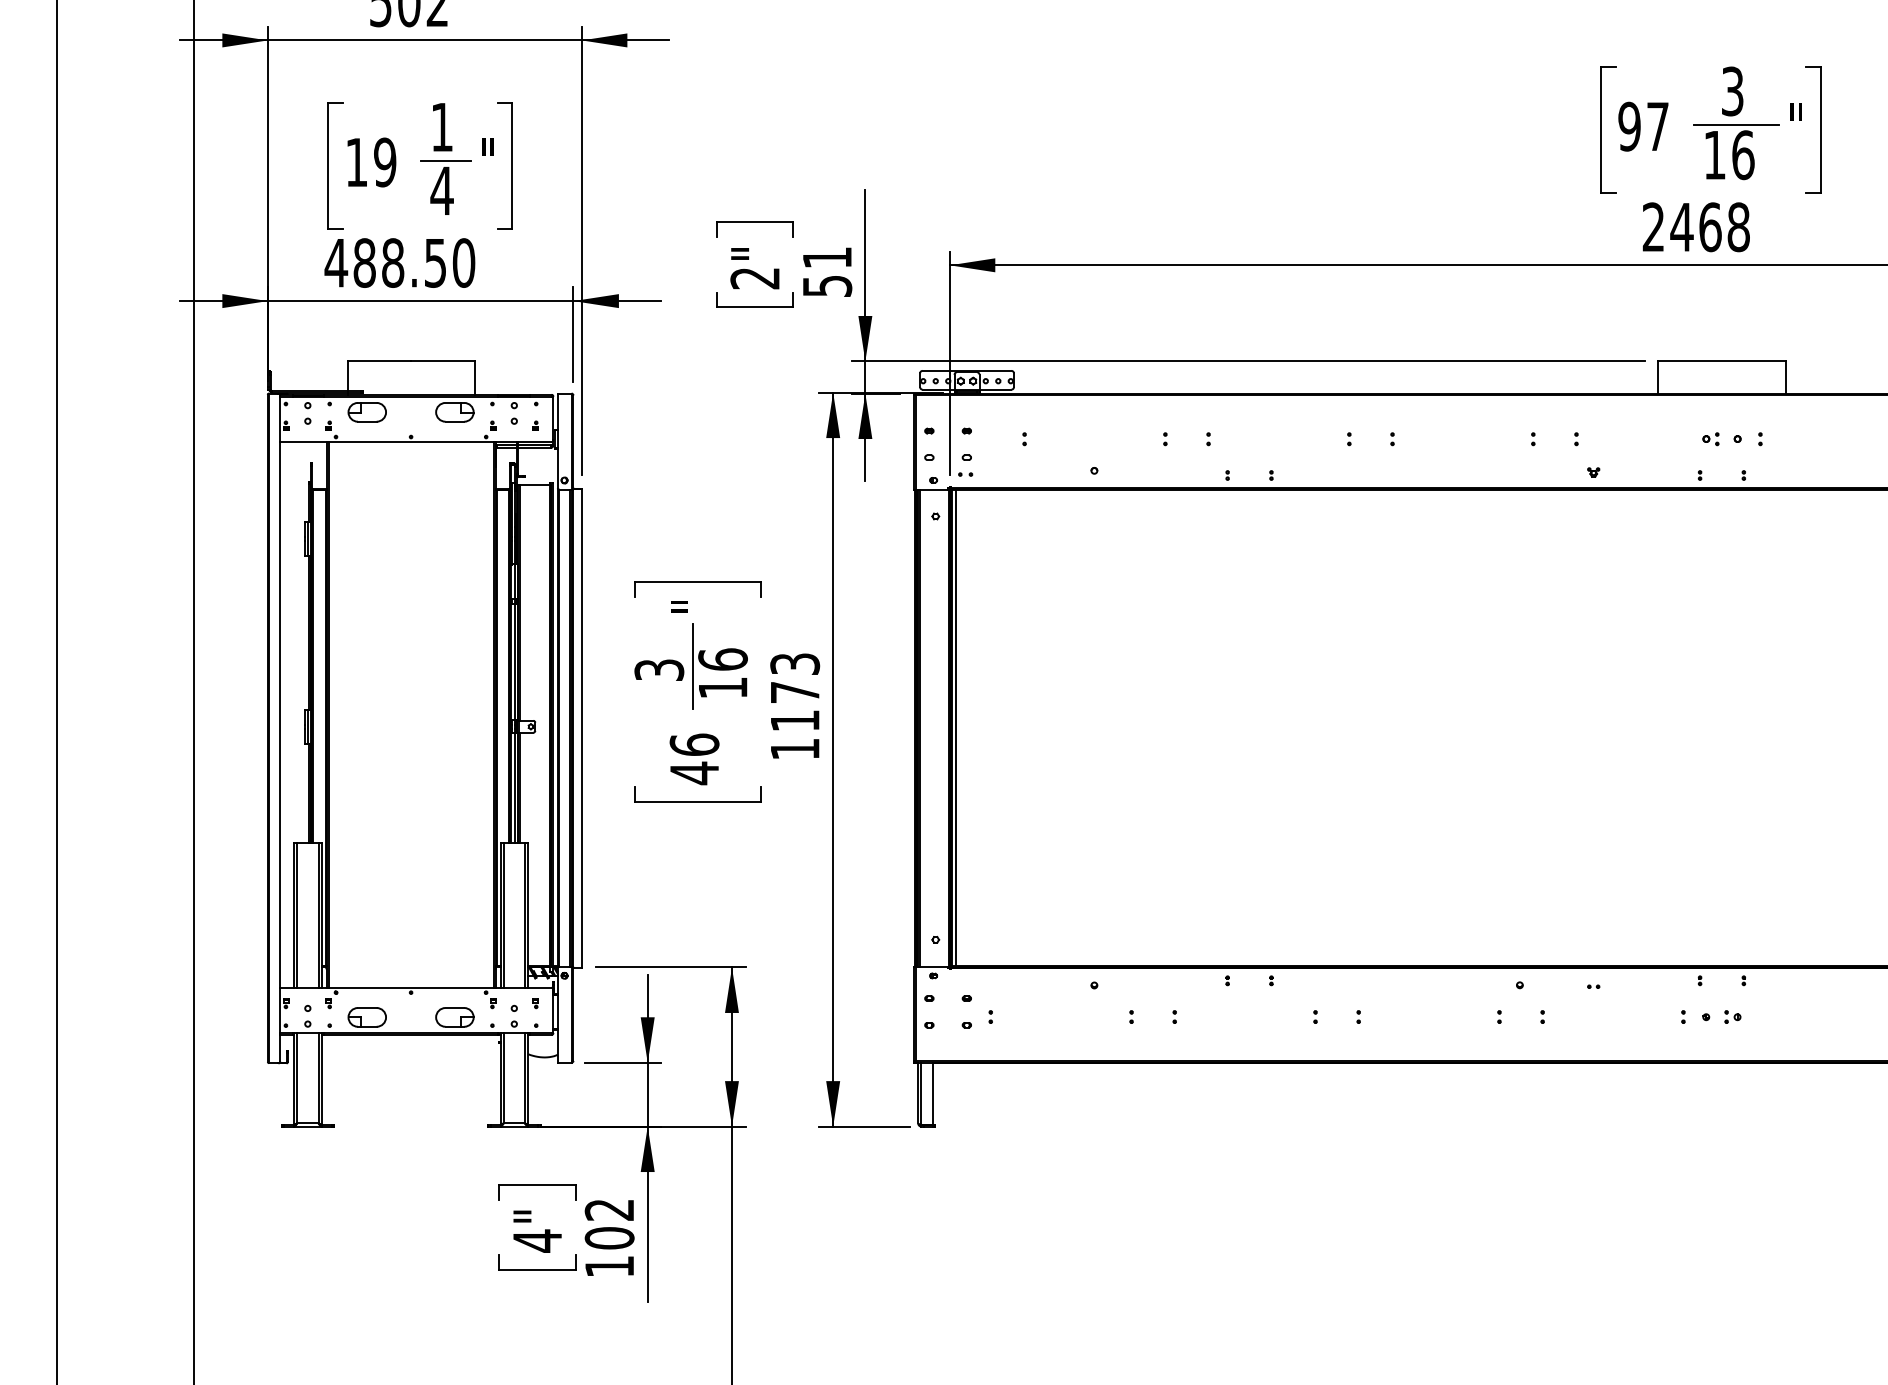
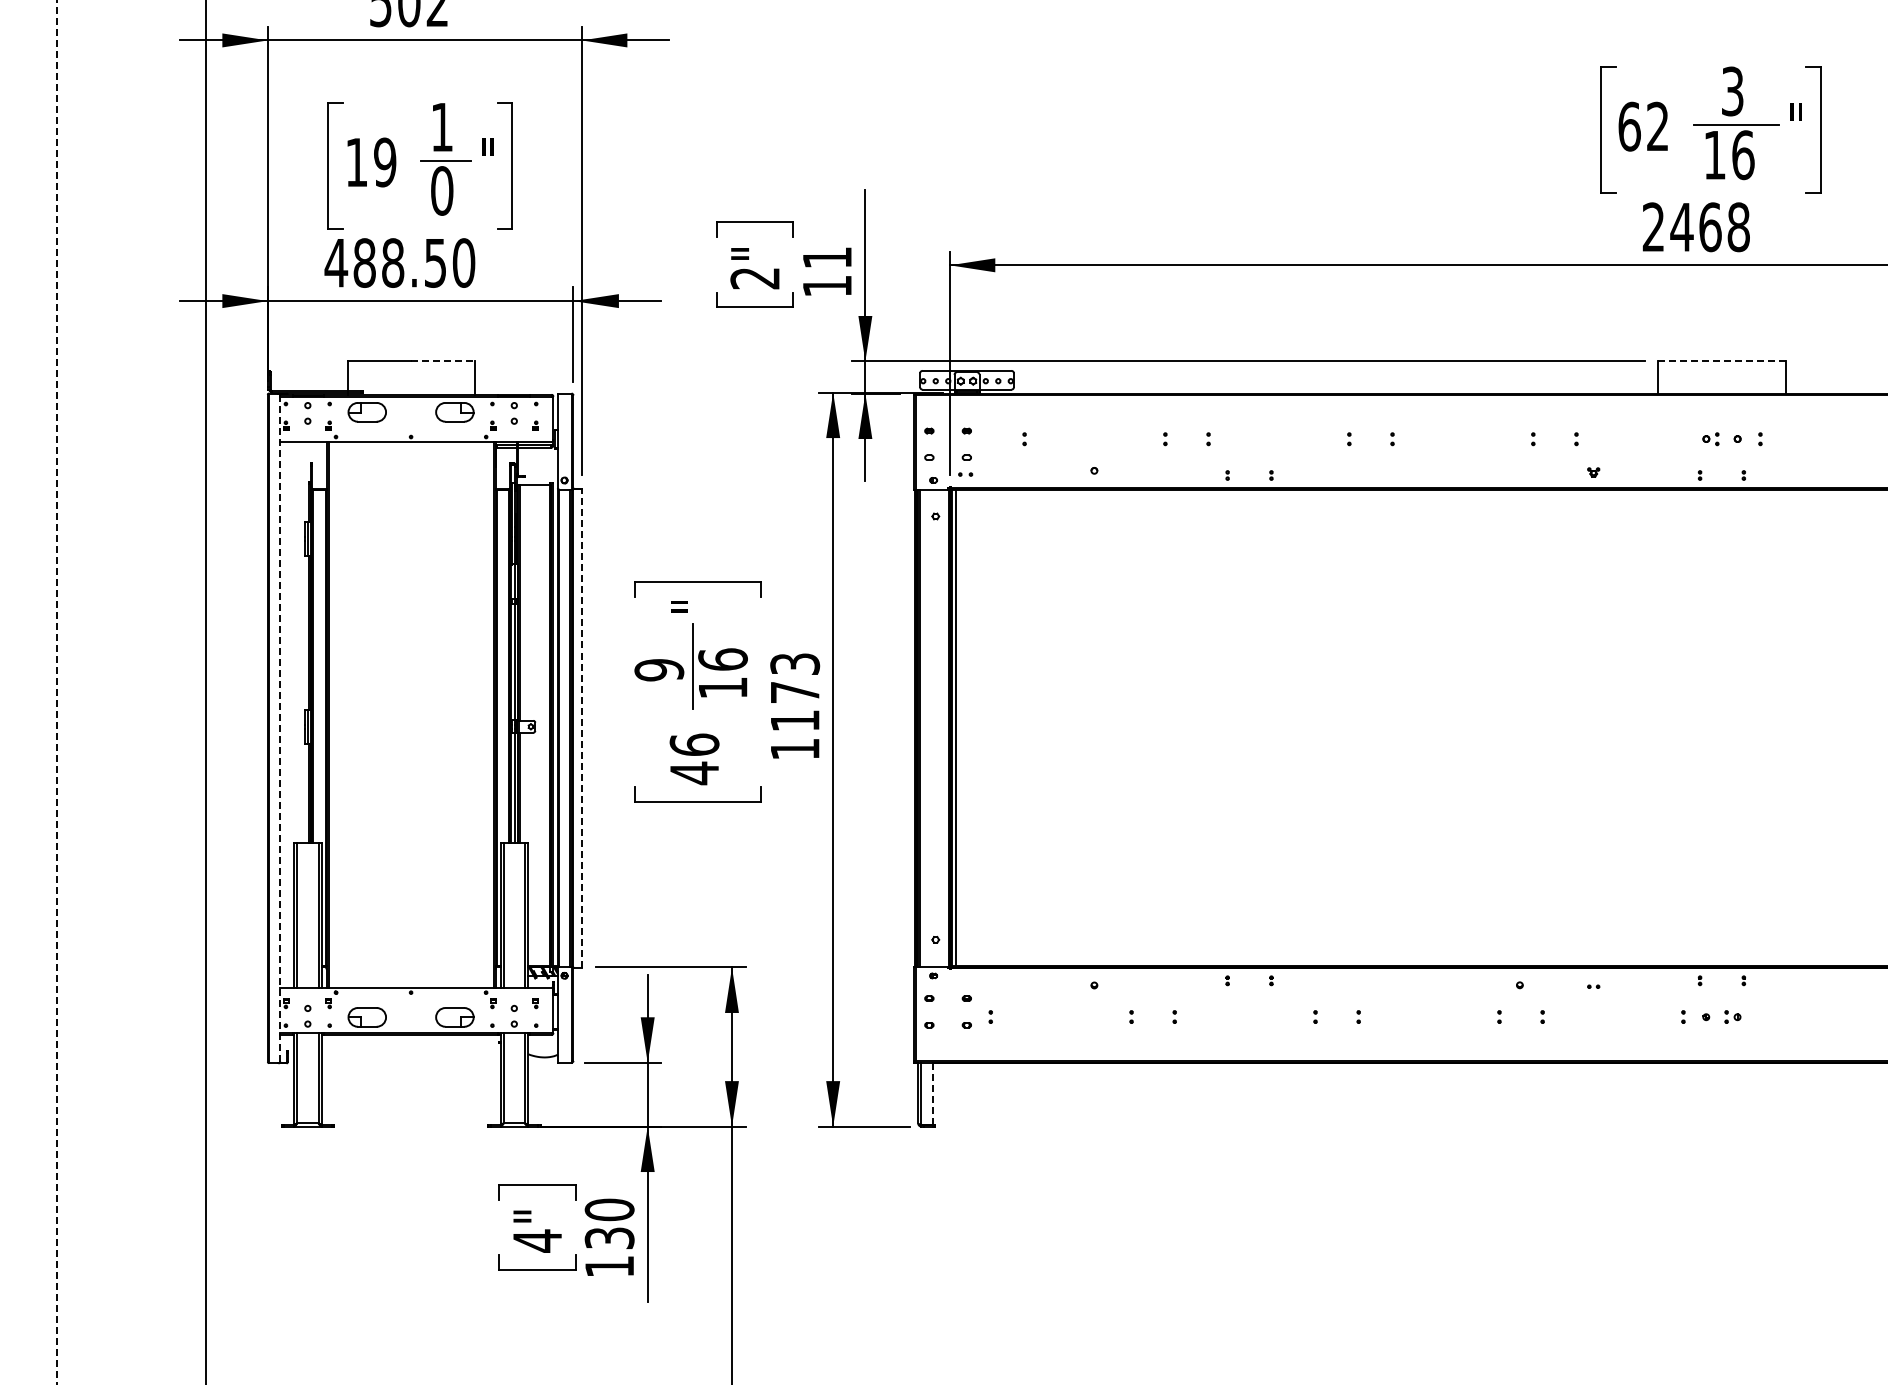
text at (1643, 126): 97 -> 62
text at (441, 190): 4 -> 0
text at (827, 286): 51 -> 11
line at (442, 361): solid -> dashed
line at (1721, 361): solid -> dashed
text at (659, 670): 3 -> 9
line at (194, 691) position: (194, 691) -> (206, 691)
line at (56, 692): solid -> dashed
line at (581, 727): solid -> dashed
line at (280, 728): solid -> dashed
line at (932, 1093): solid -> dashed
text at (609, 1223): 102 -> 130
